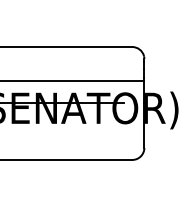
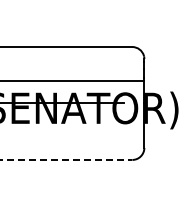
line at (66, 159): solid -> dashed
